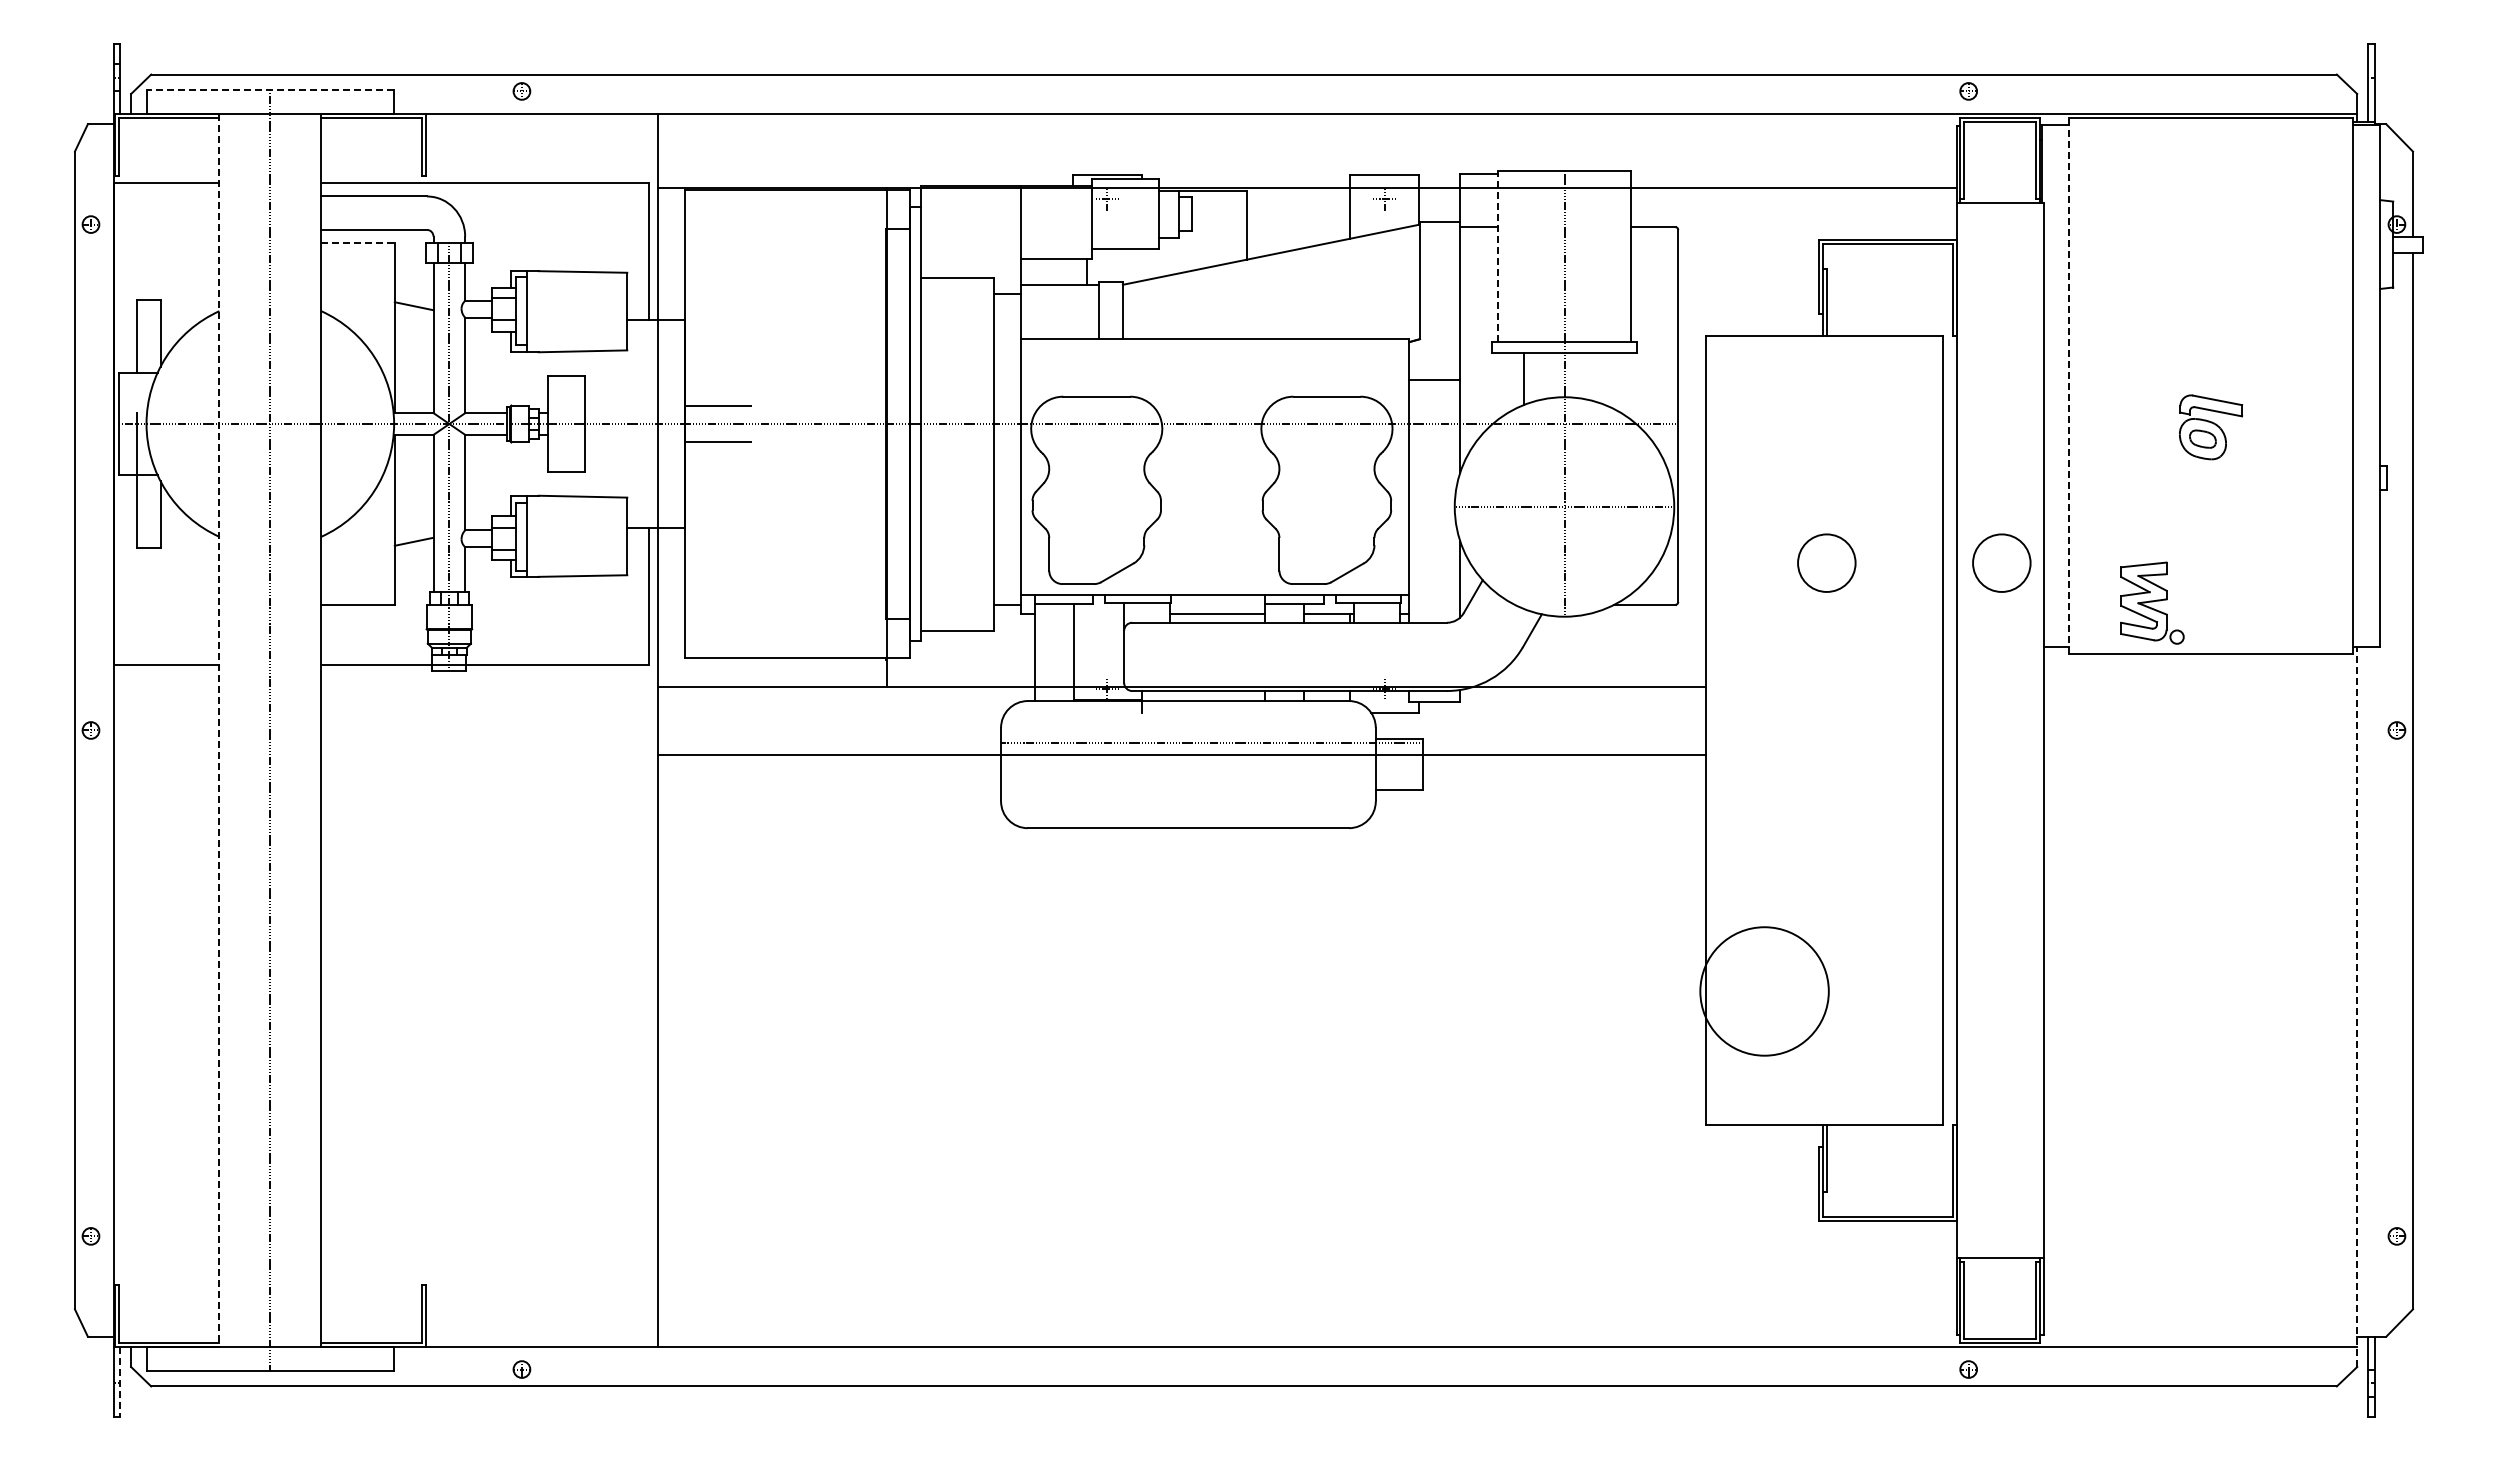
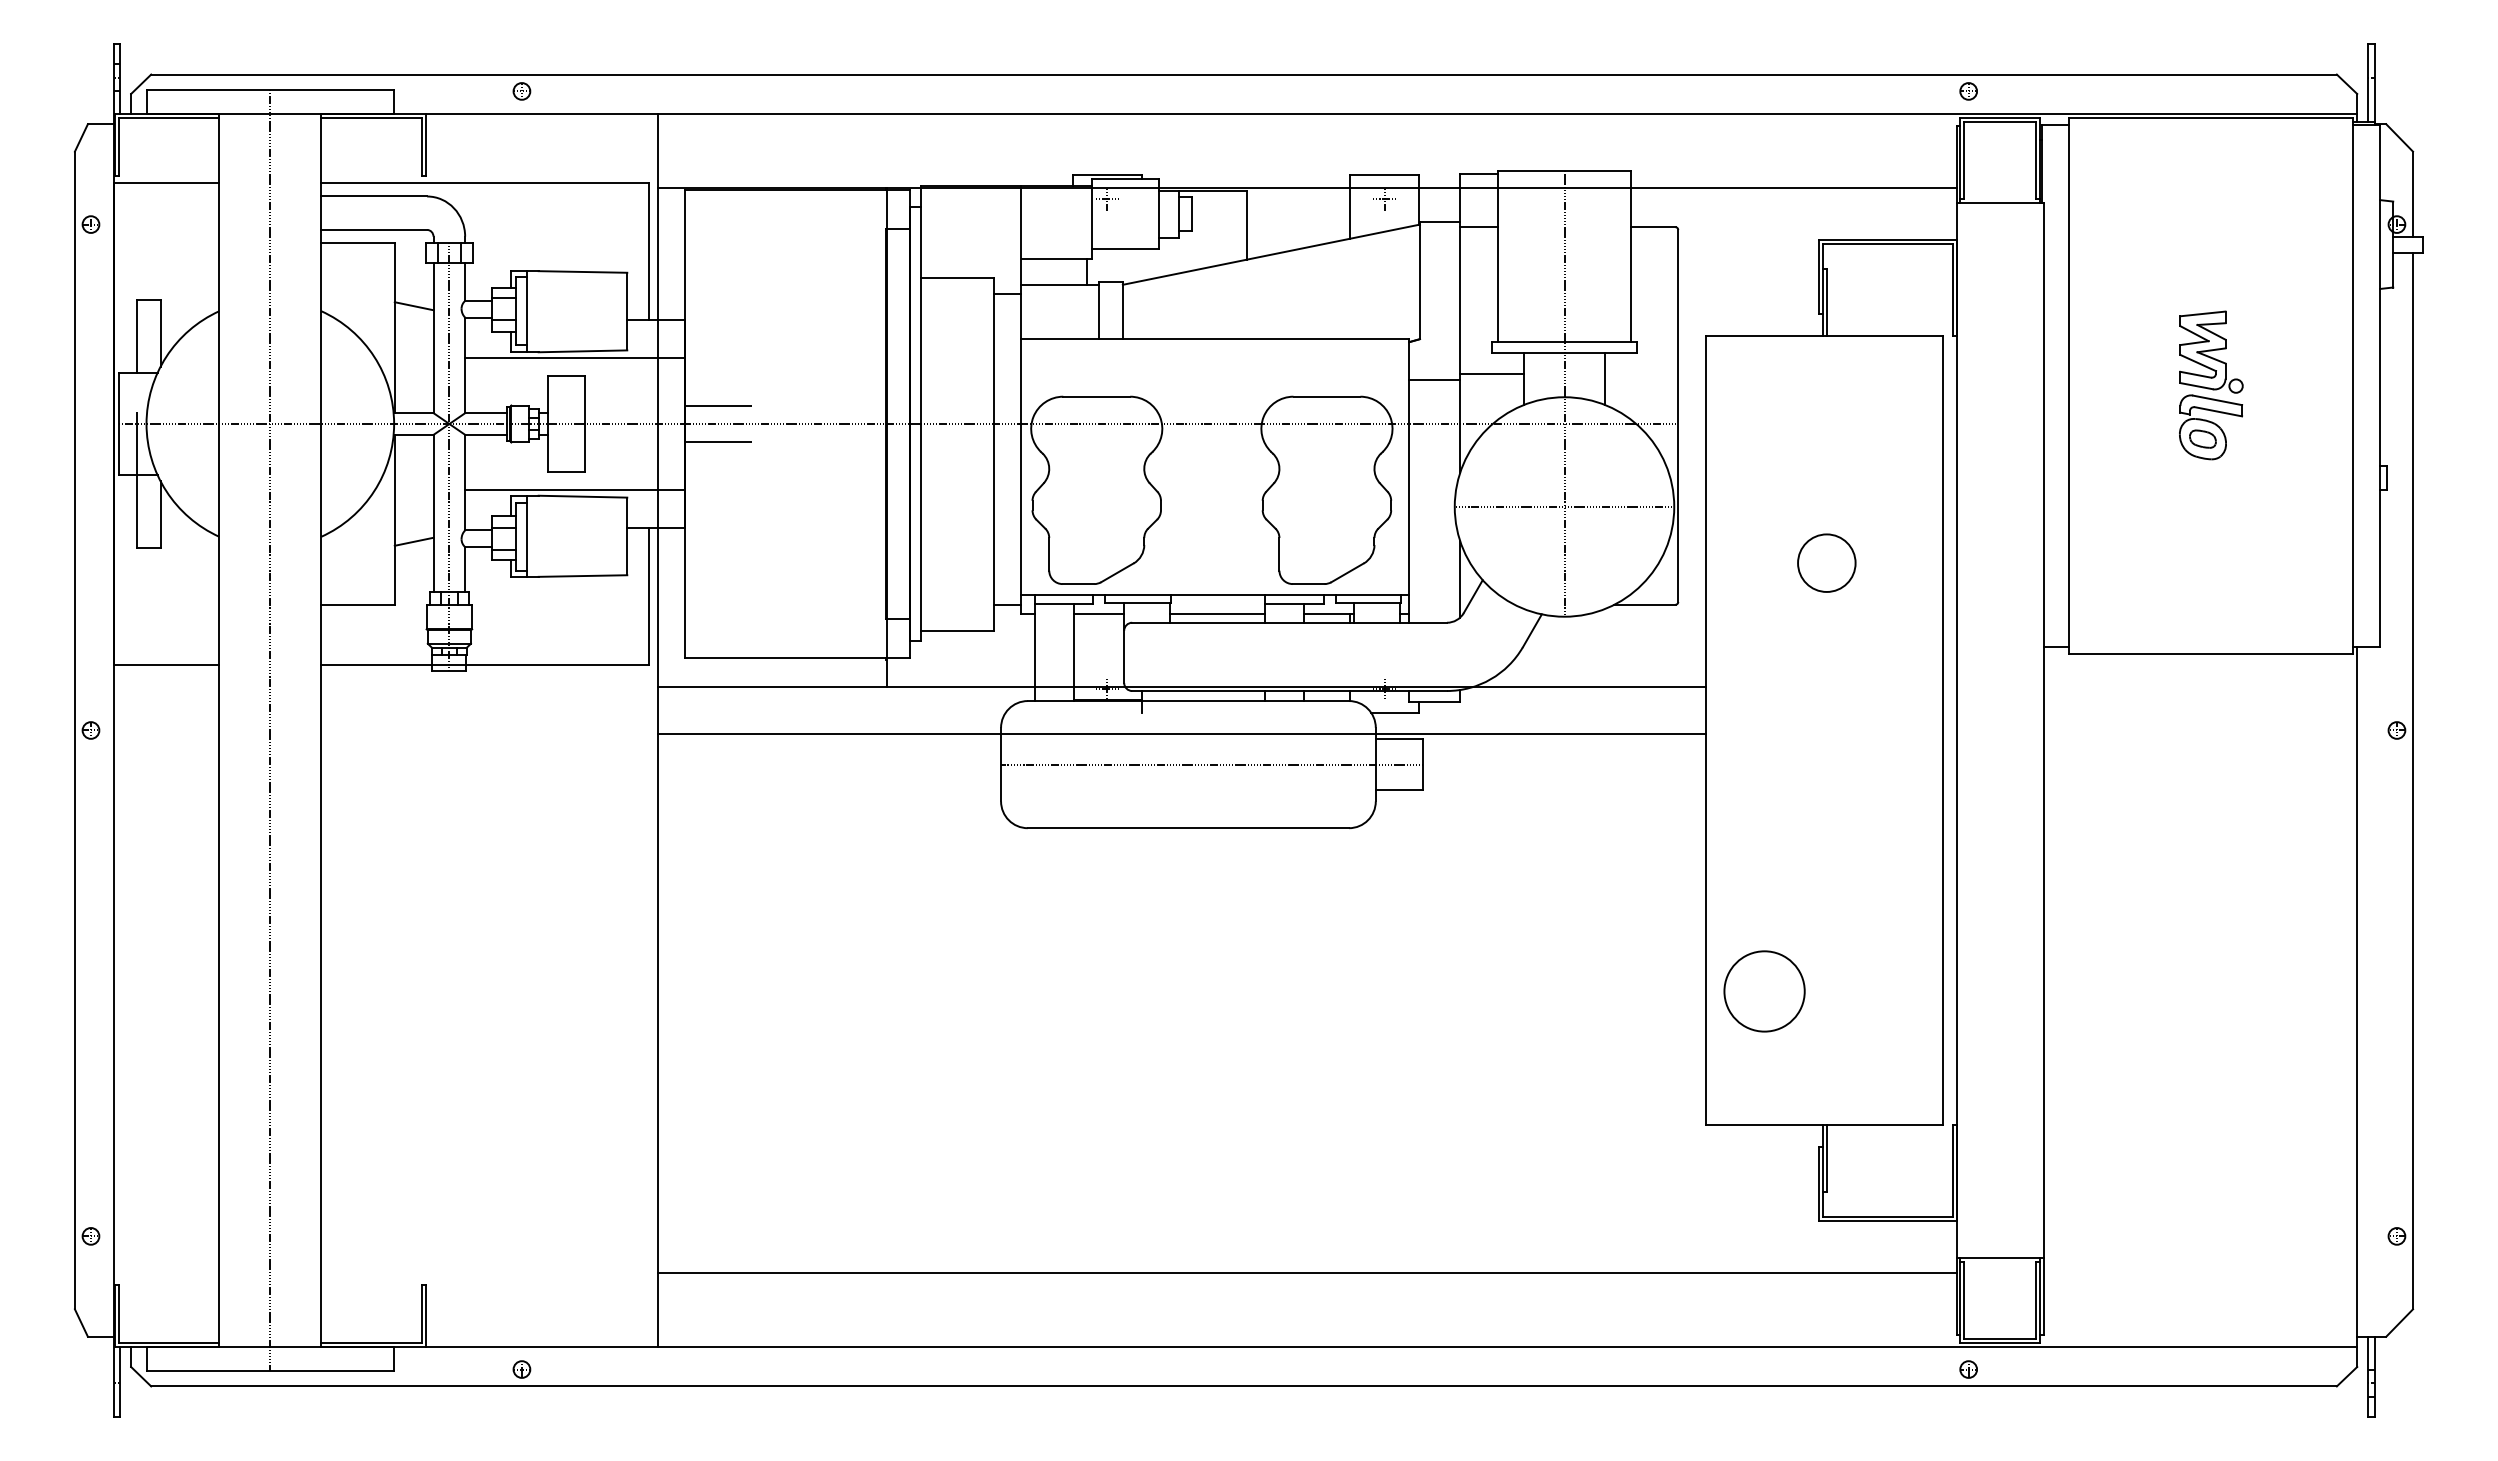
line at (270, 90): dashed -> solid
line at (357, 243): dashed -> solid
line at (1497, 256): dashed -> solid
line at (575, 358): none -> present
line at (1492, 374): none -> present
line at (1604, 378): none -> present
line at (2069, 385): dashed -> solid
line at (575, 489): none -> present
circle at (2001, 562): present -> none
part at (2152, 602) position: (2152, 602) -> (2211, 351)
line at (1099, 614): none -> present
line at (219, 730): dashed -> solid
line at (1211, 742) position: (1211, 742) -> (1211, 764)
line at (1182, 754) position: (1182, 754) -> (1182, 733)
circle at (1764, 991) diameter: 128 px -> 80 px
line at (2357, 1006): dashed -> solid
line at (1307, 1273): none -> present
line at (120, 1382): dashed -> solid
